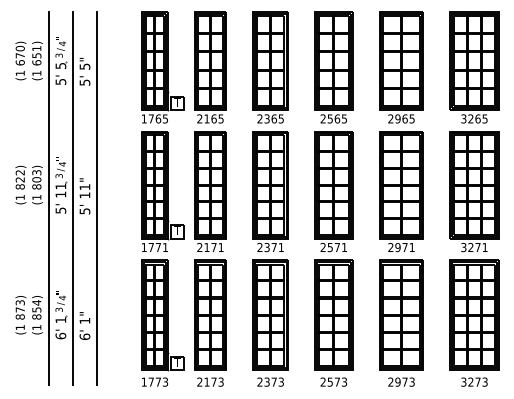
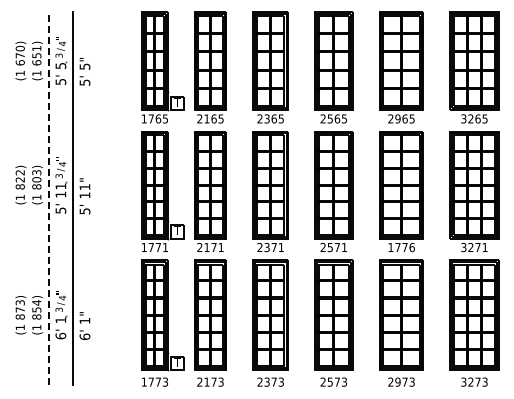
line at (48, 198): solid -> dashed
line at (97, 198): present -> none
text at (401, 247): 2971 -> 1776
